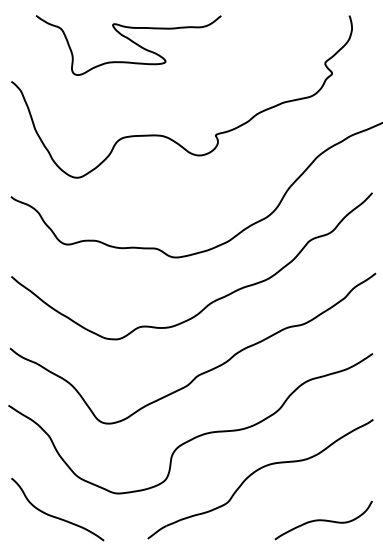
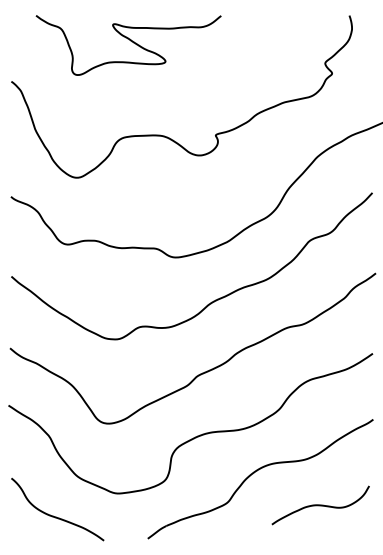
curve at (323, 520) position: (323, 520) -> (320, 505)
